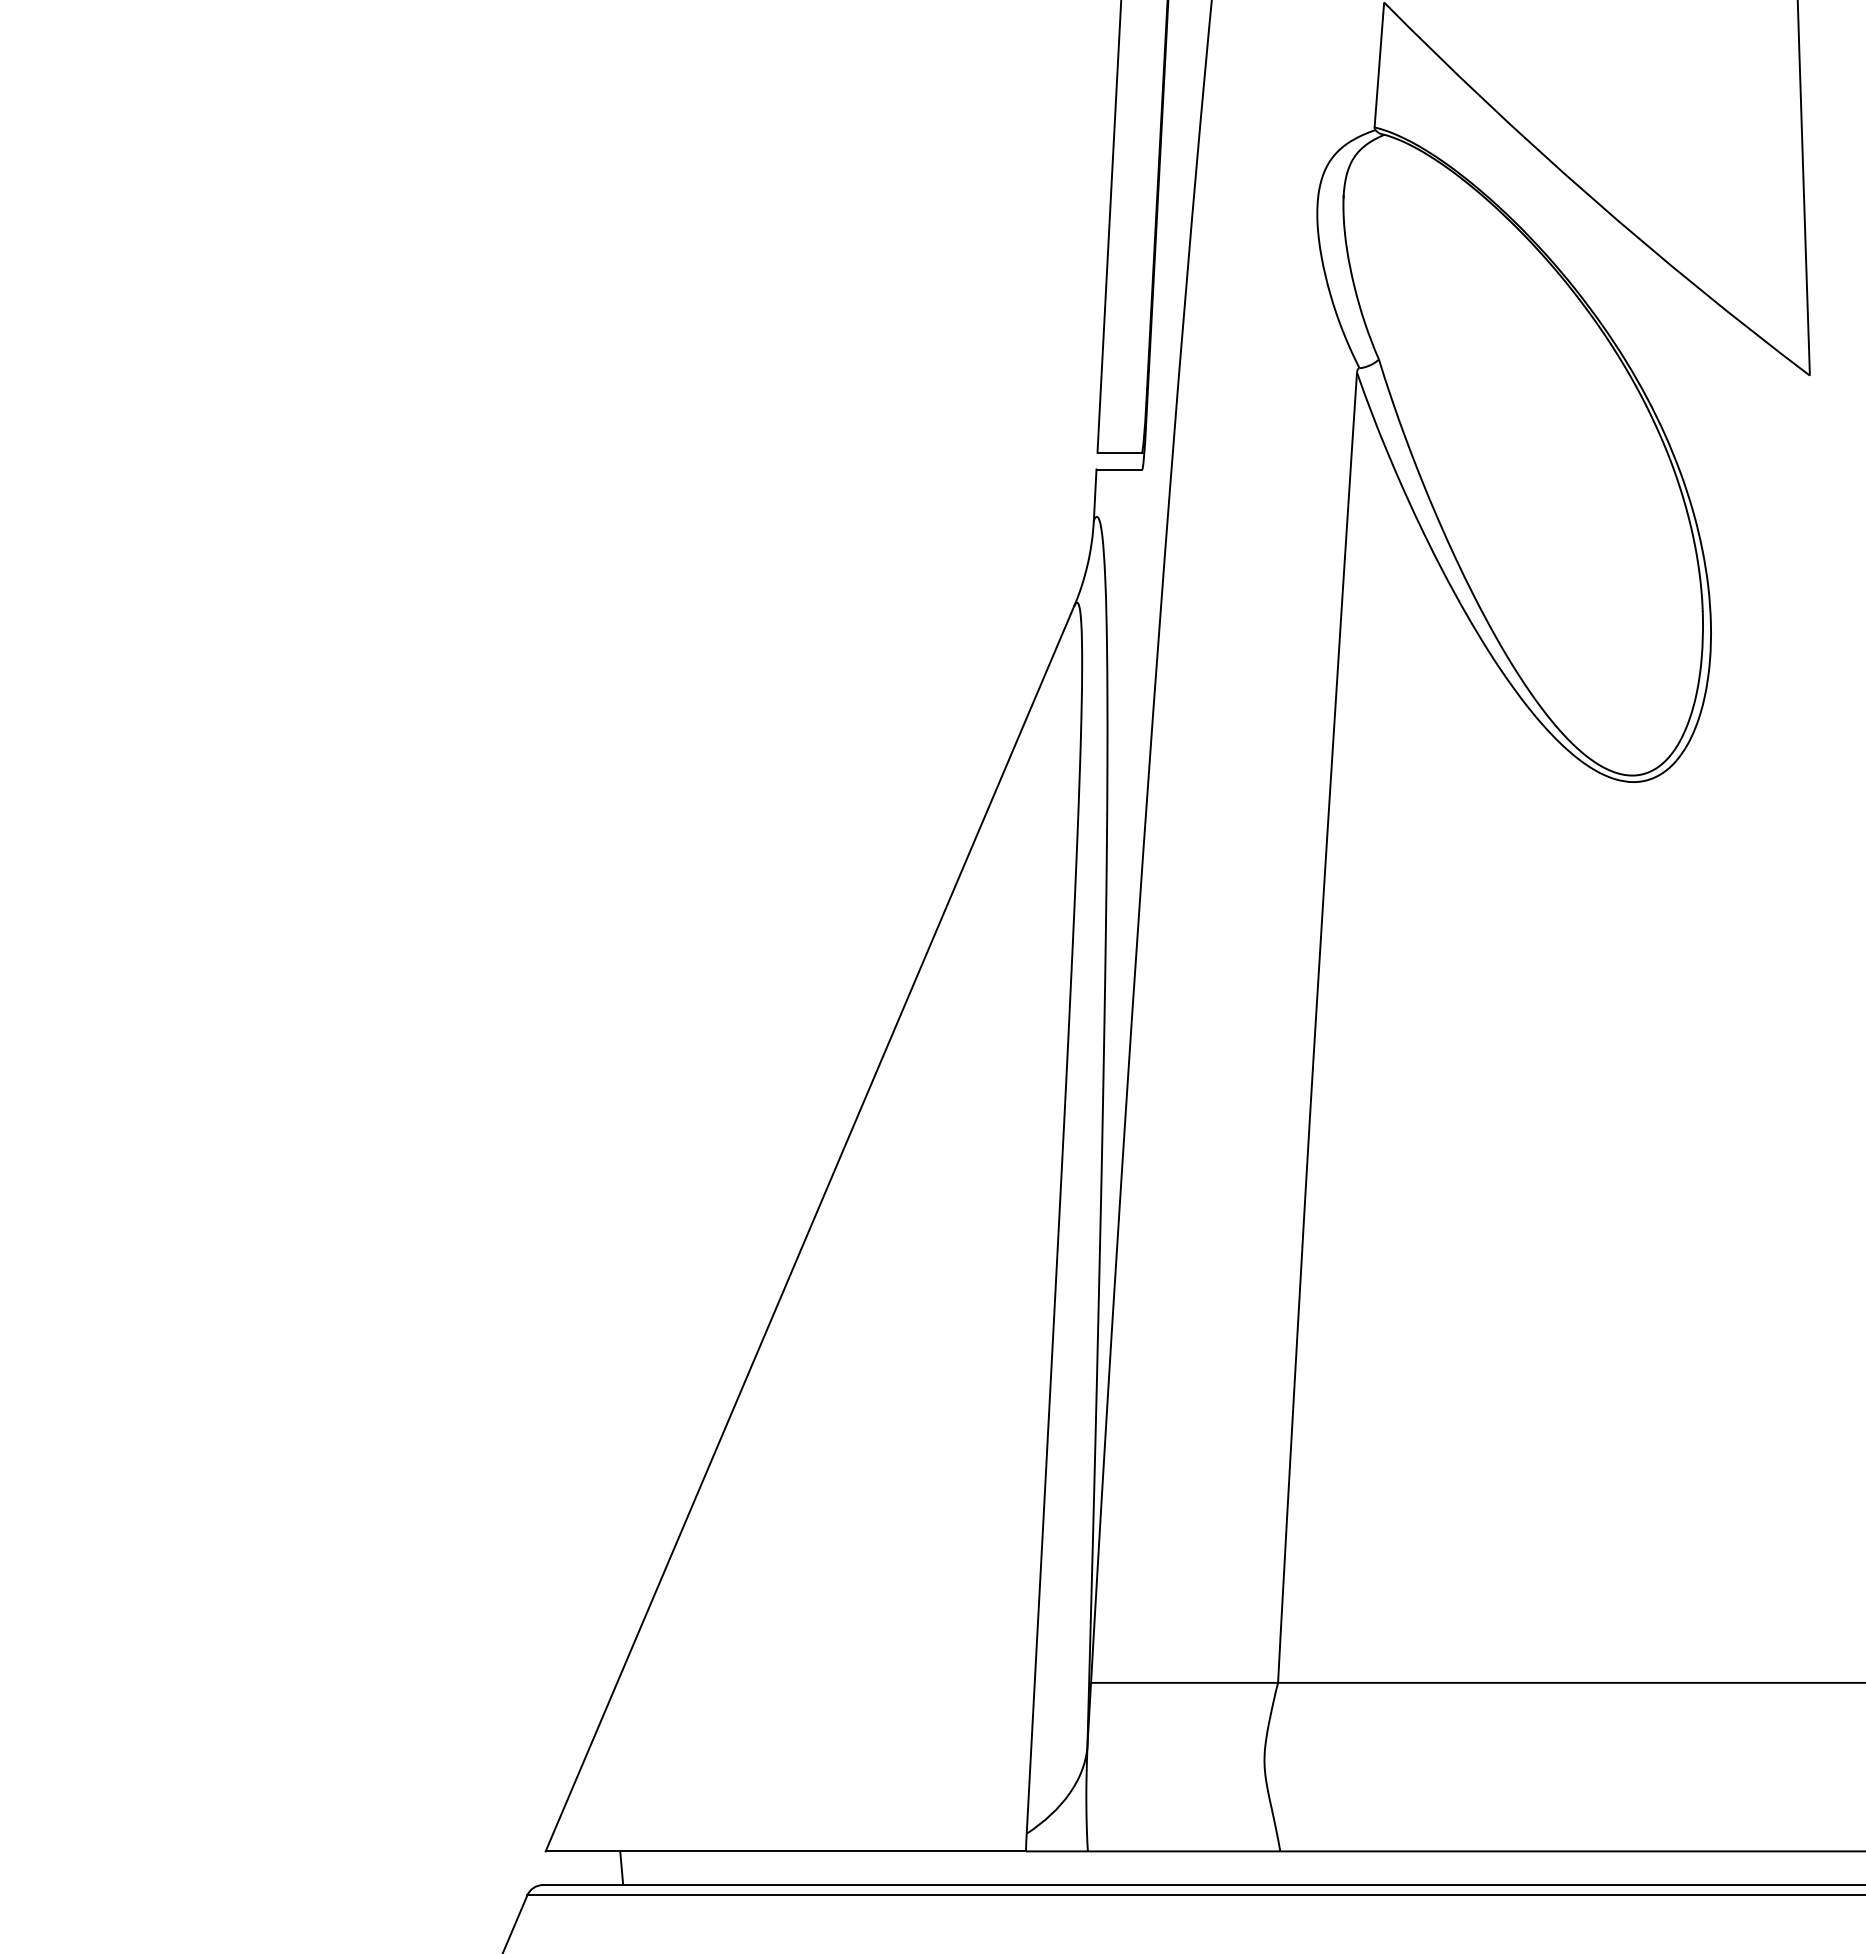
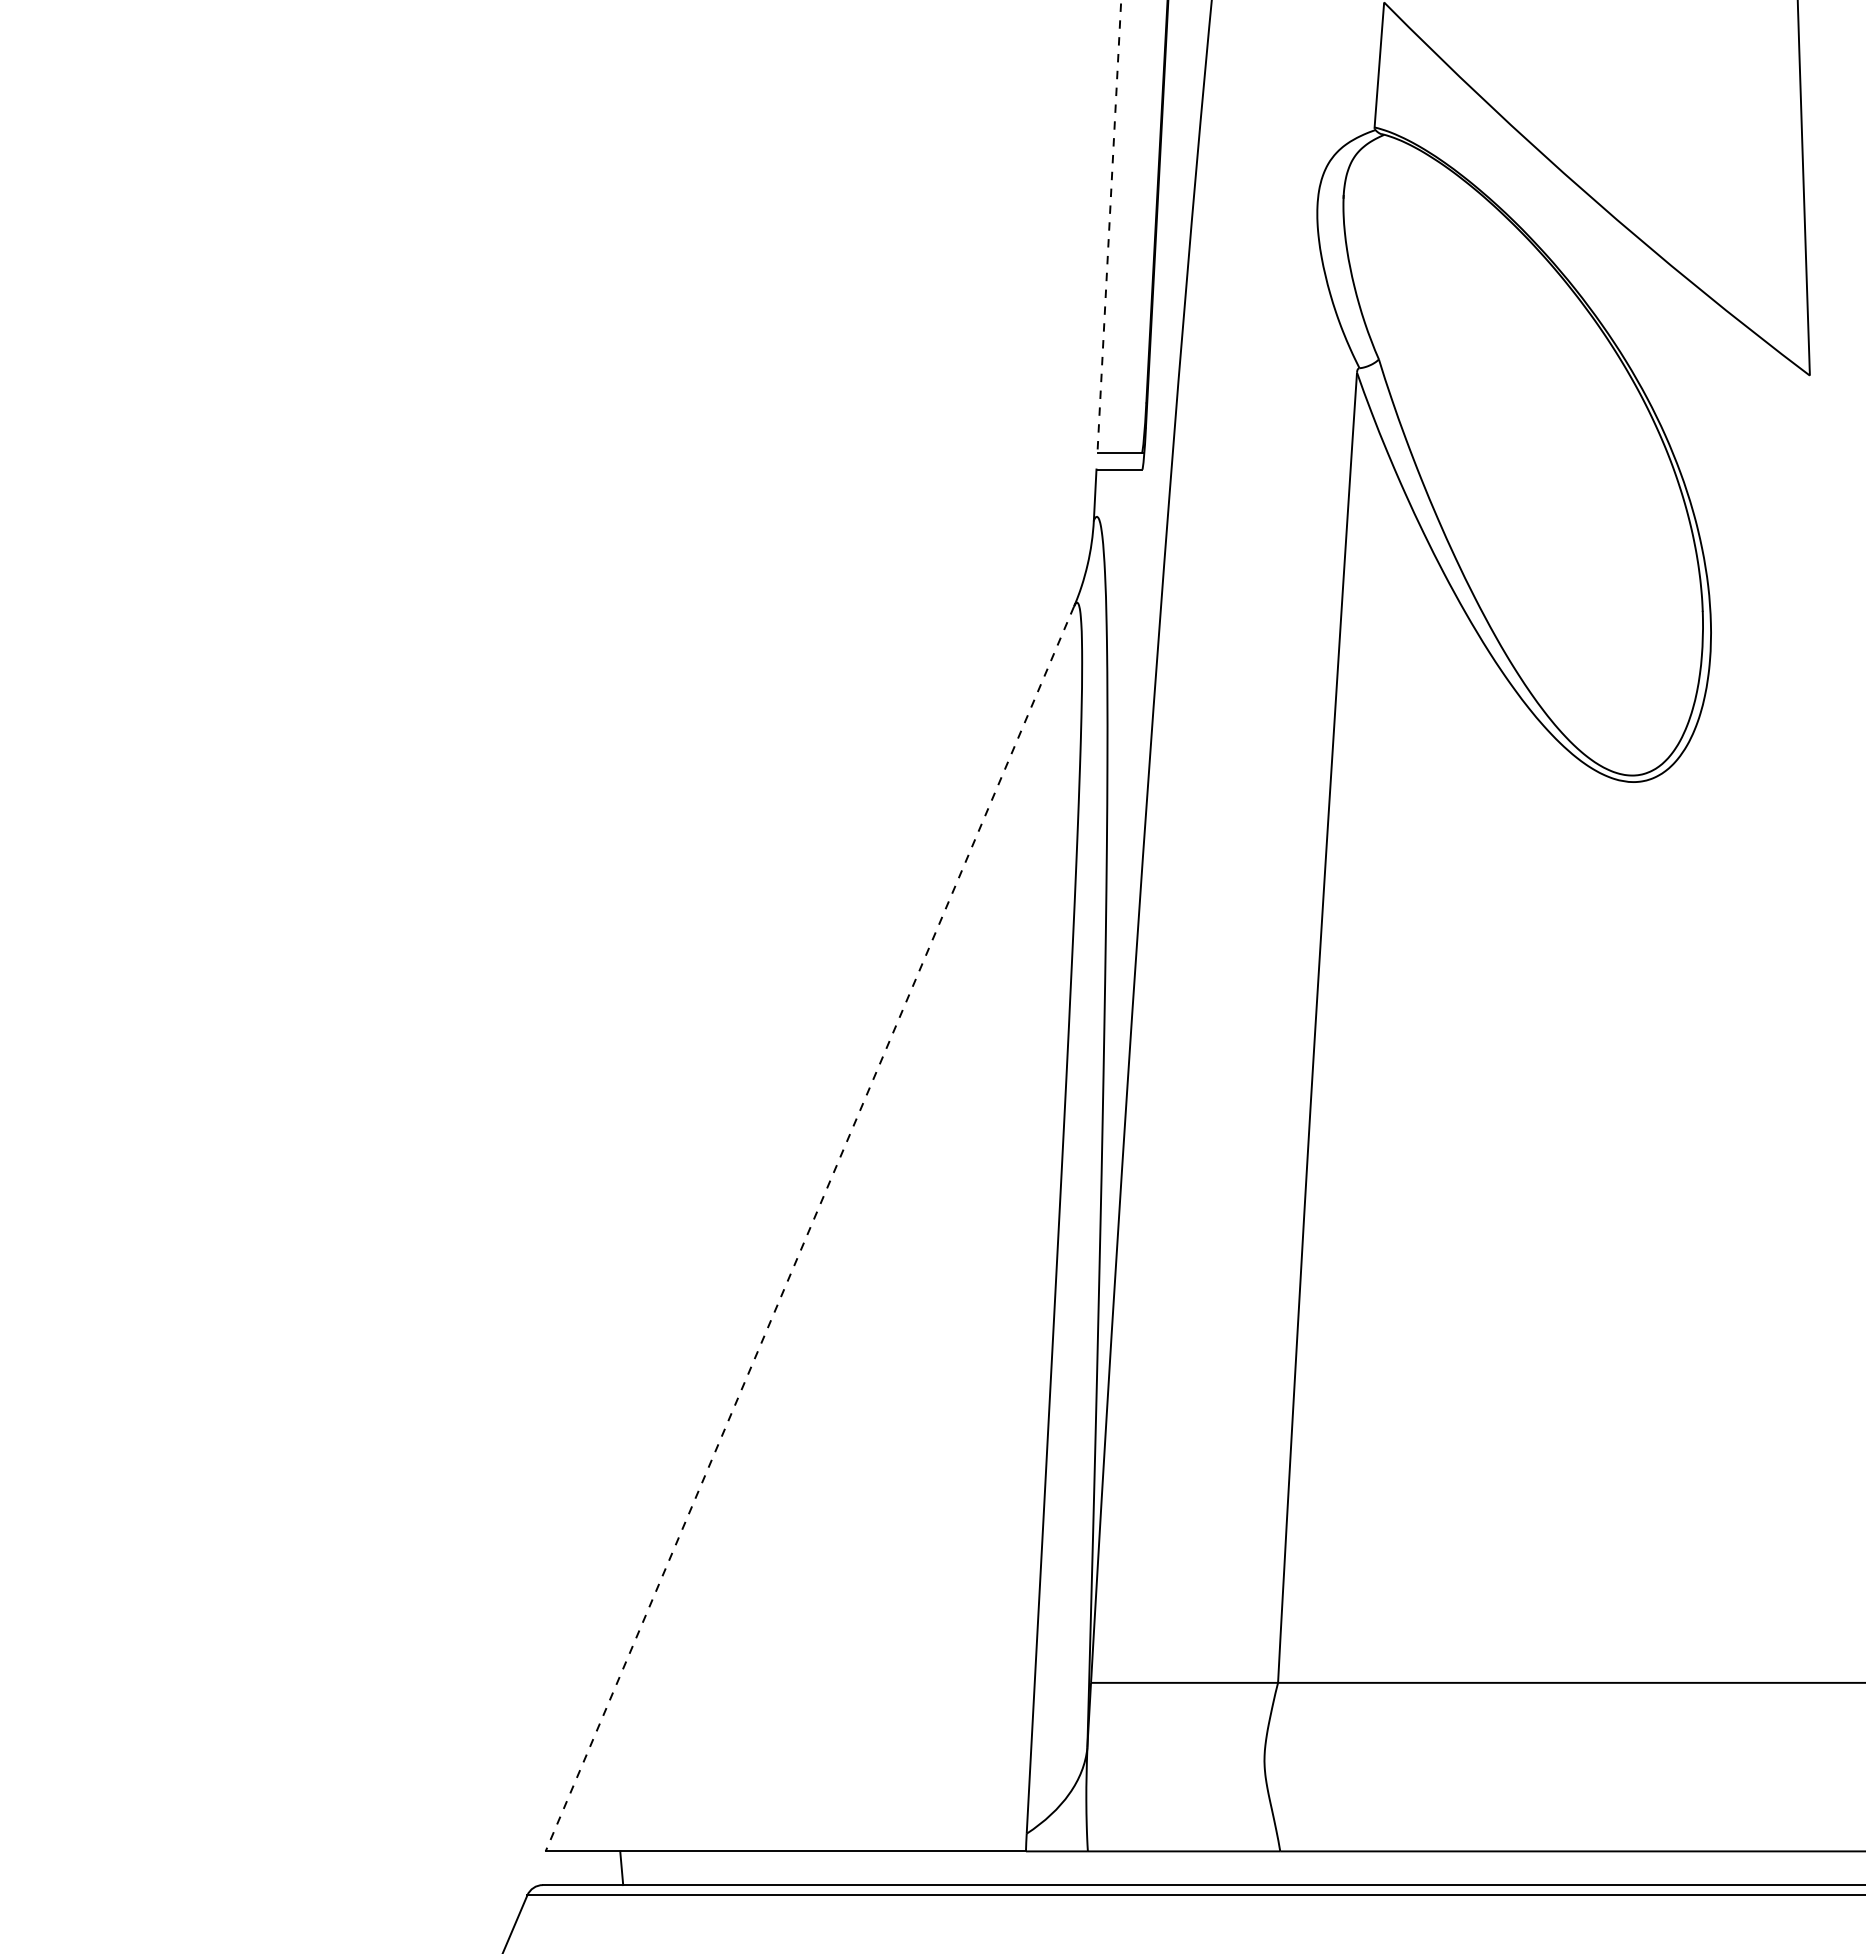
line at (1109, 227): solid -> dashed
line at (809, 1229): solid -> dashed
